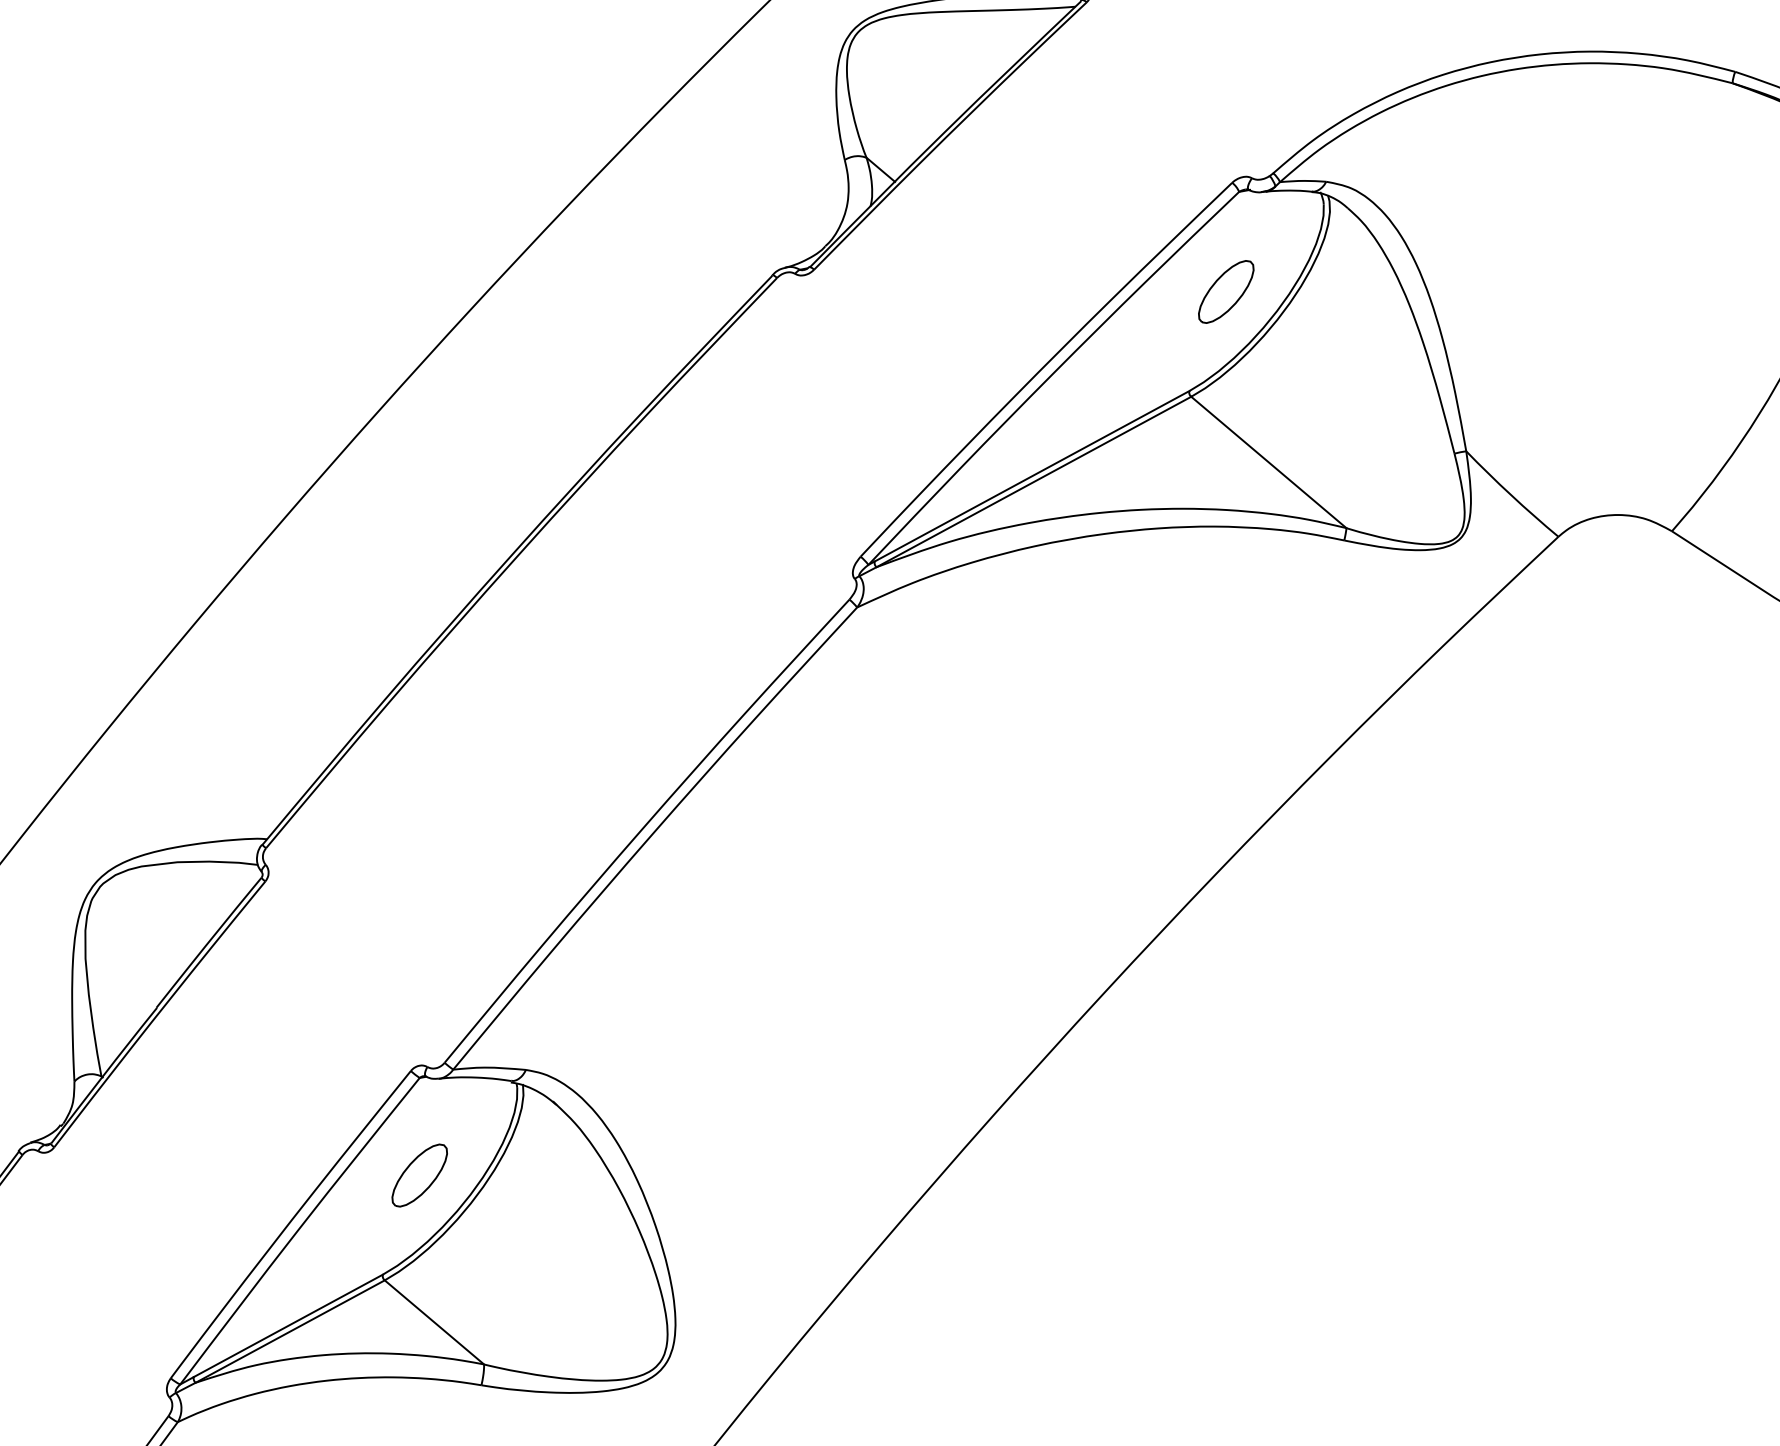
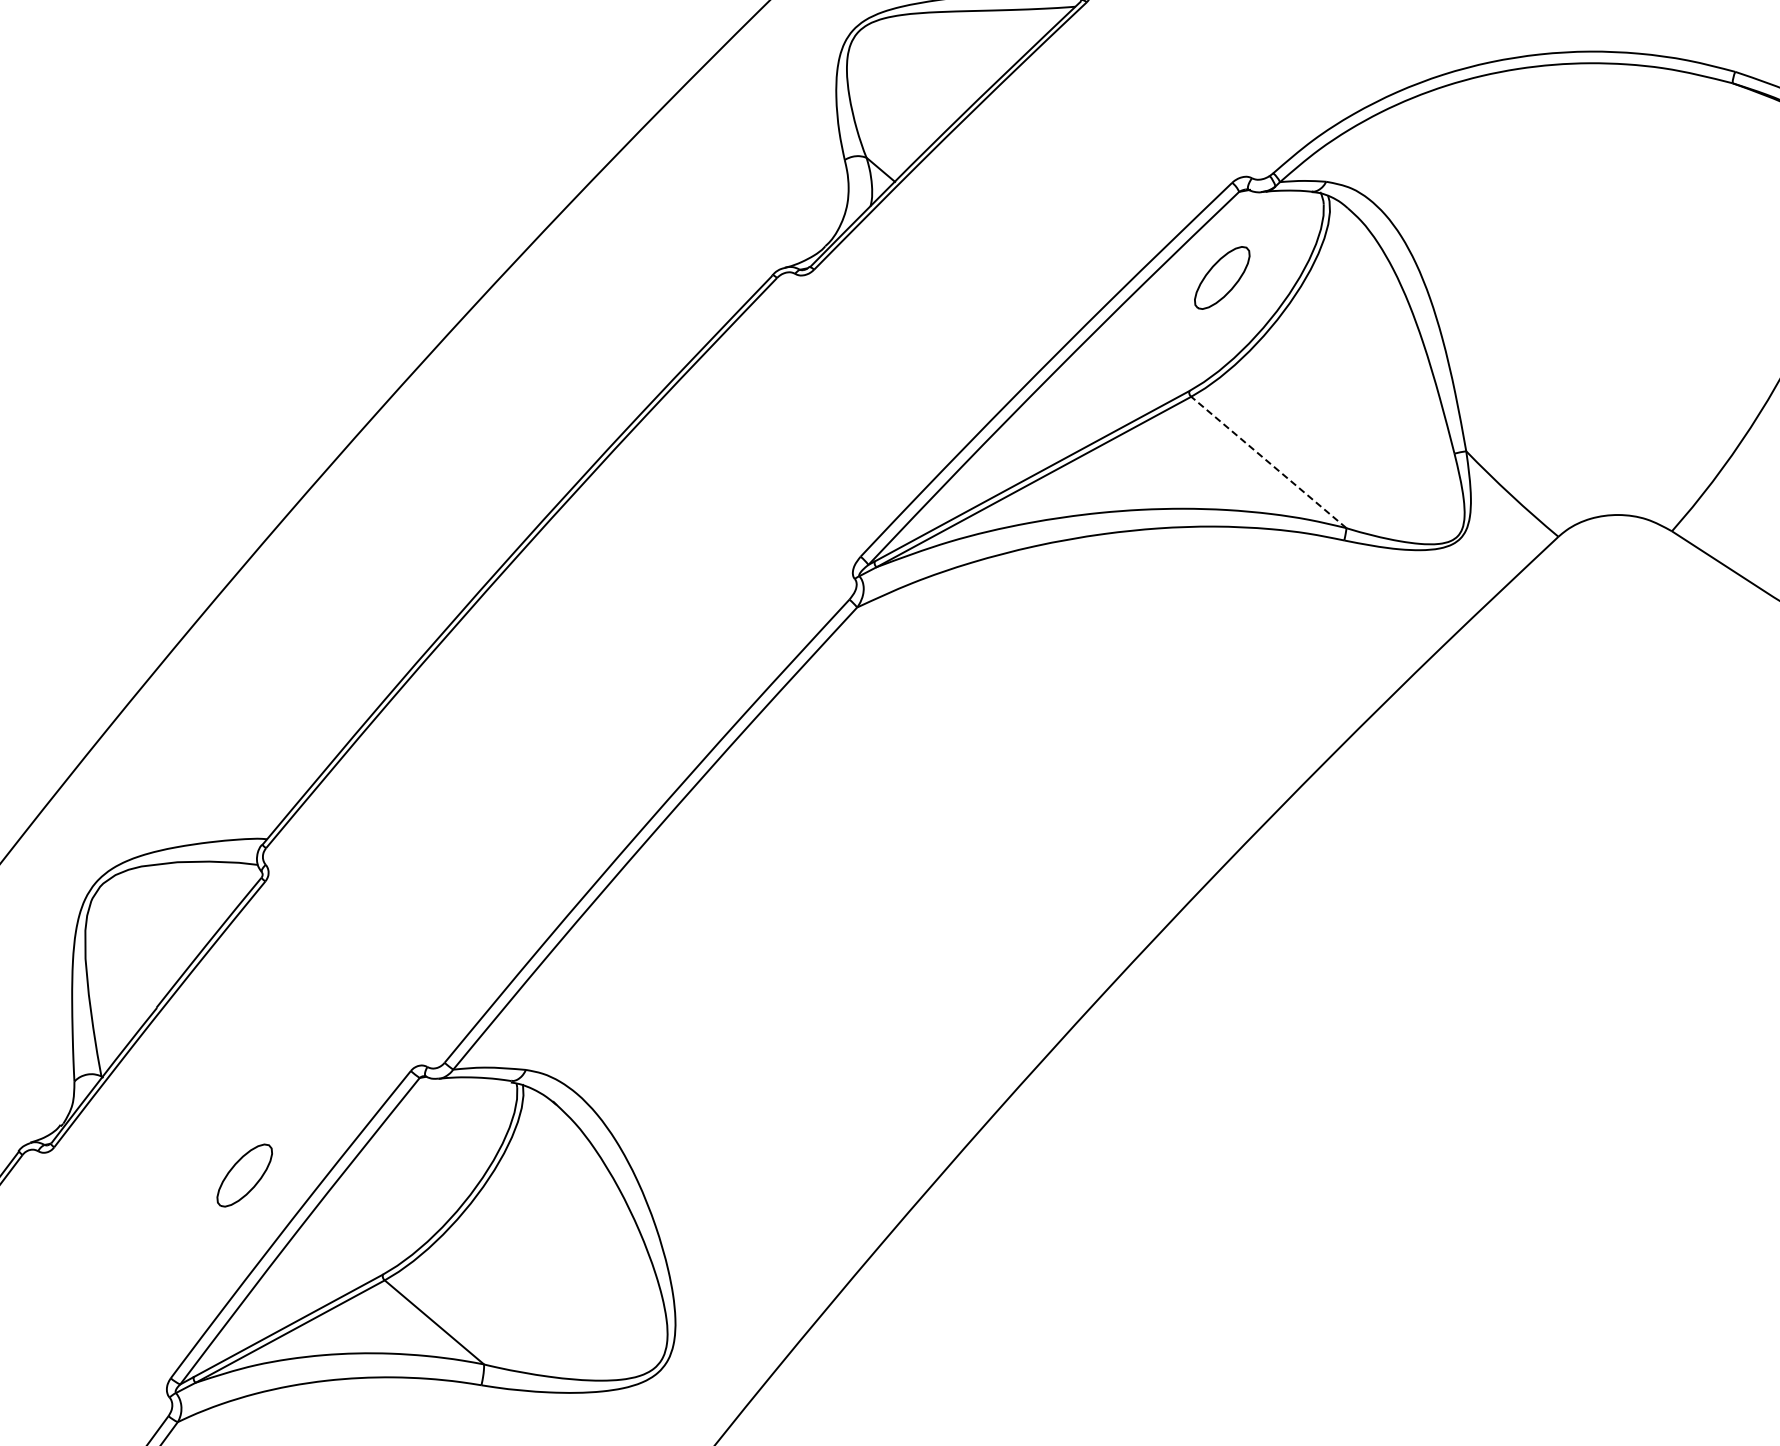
part at (1226, 291) position: (1226, 291) -> (1222, 277)
line at (1268, 462): solid -> dashed
part at (419, 1175) position: (419, 1175) -> (244, 1175)
